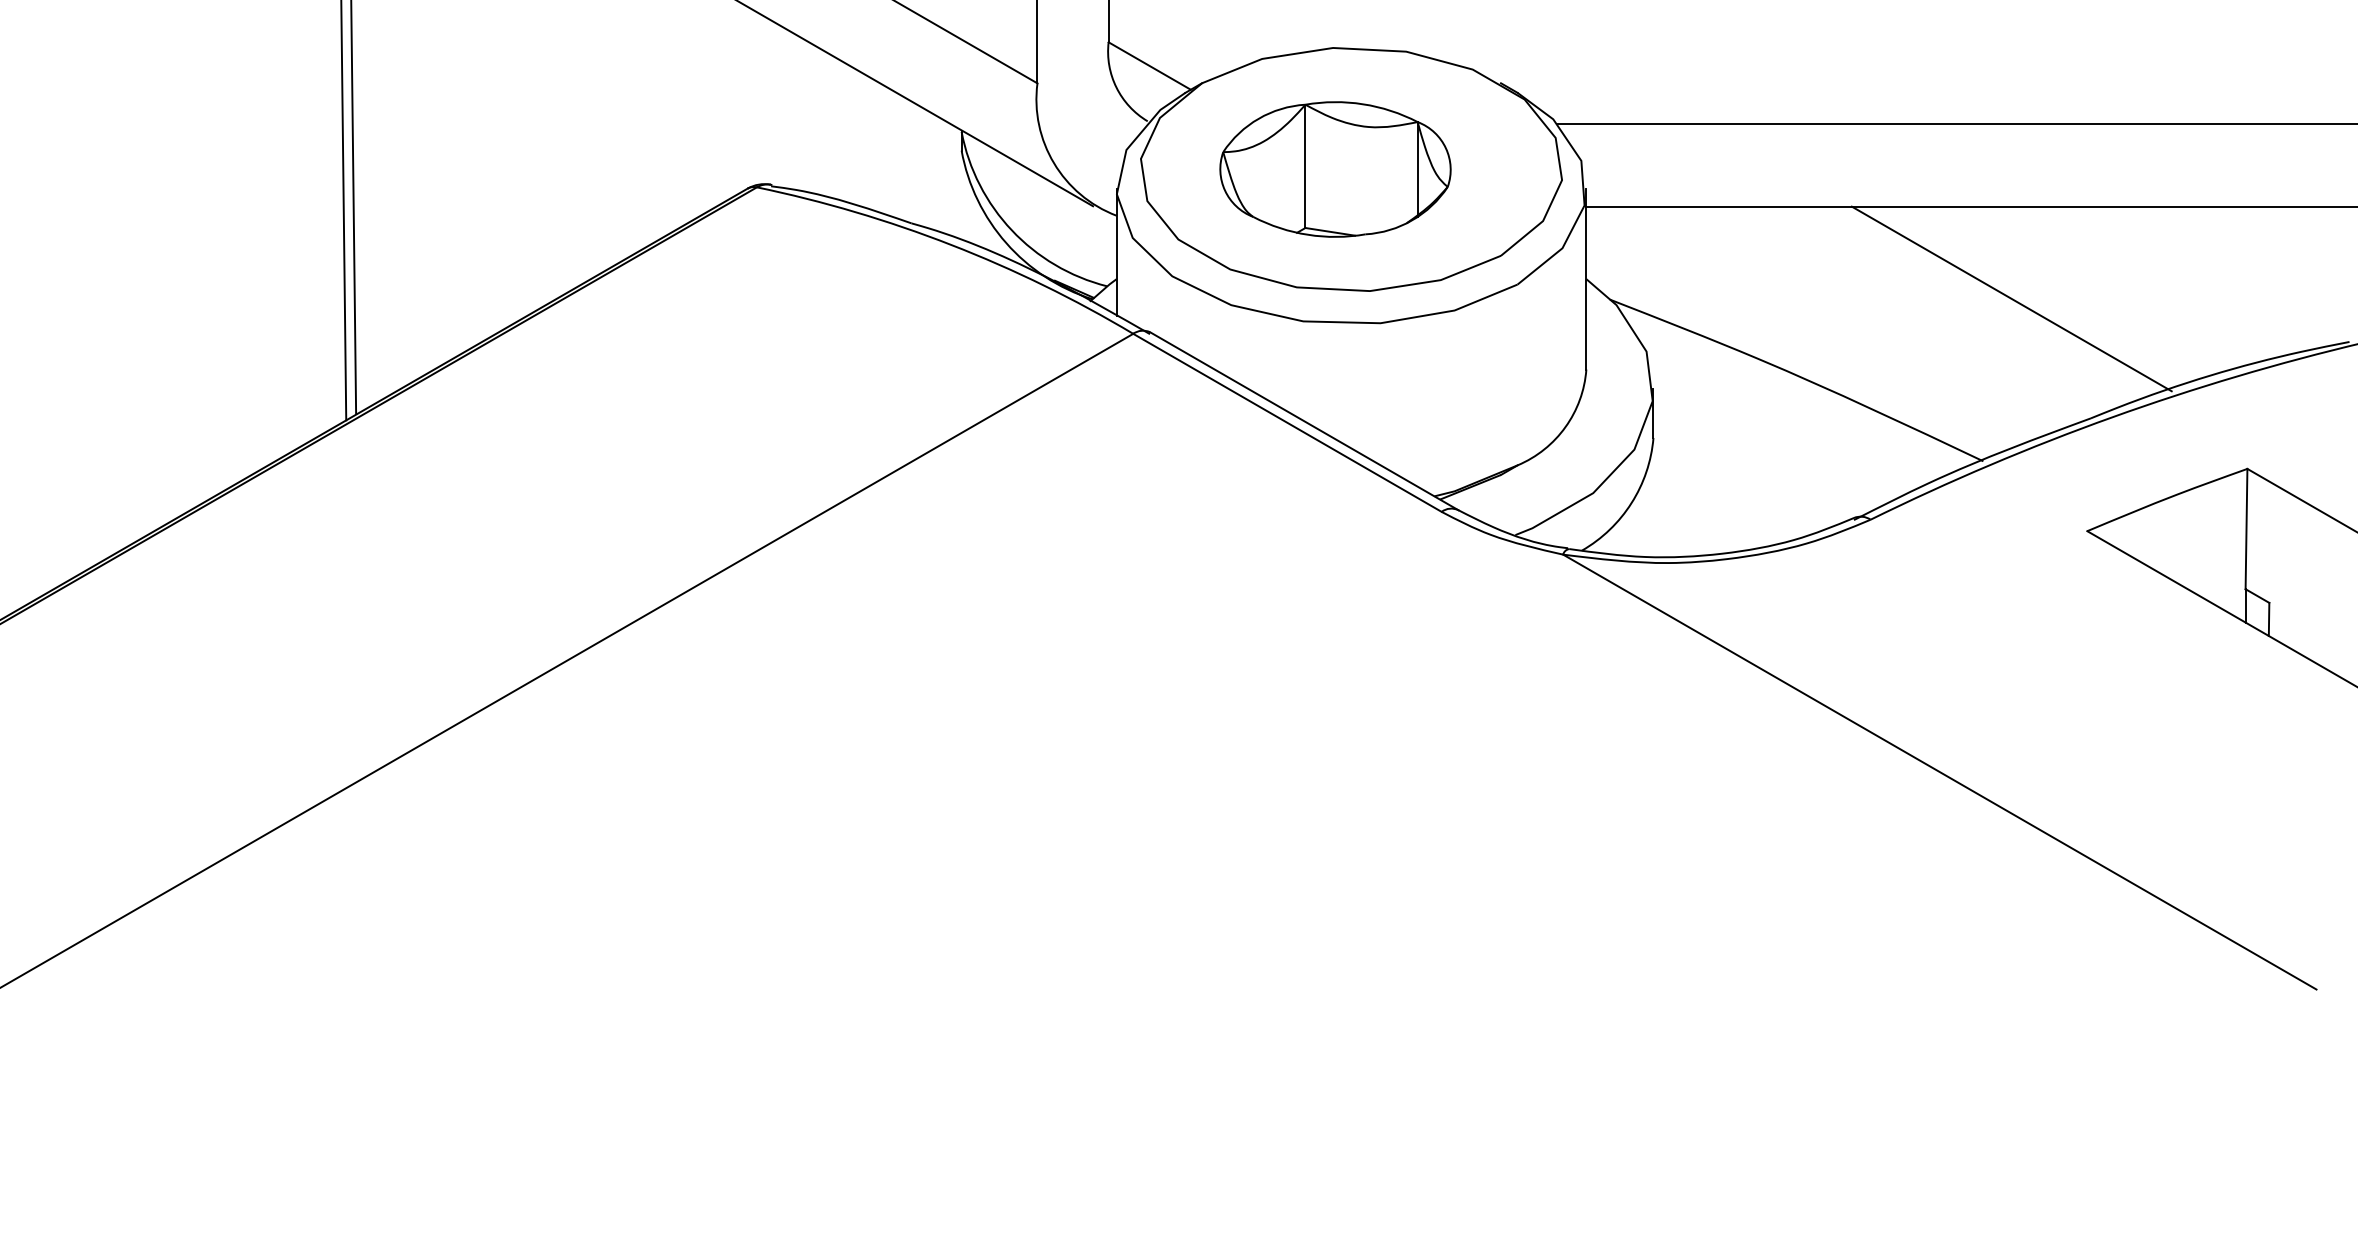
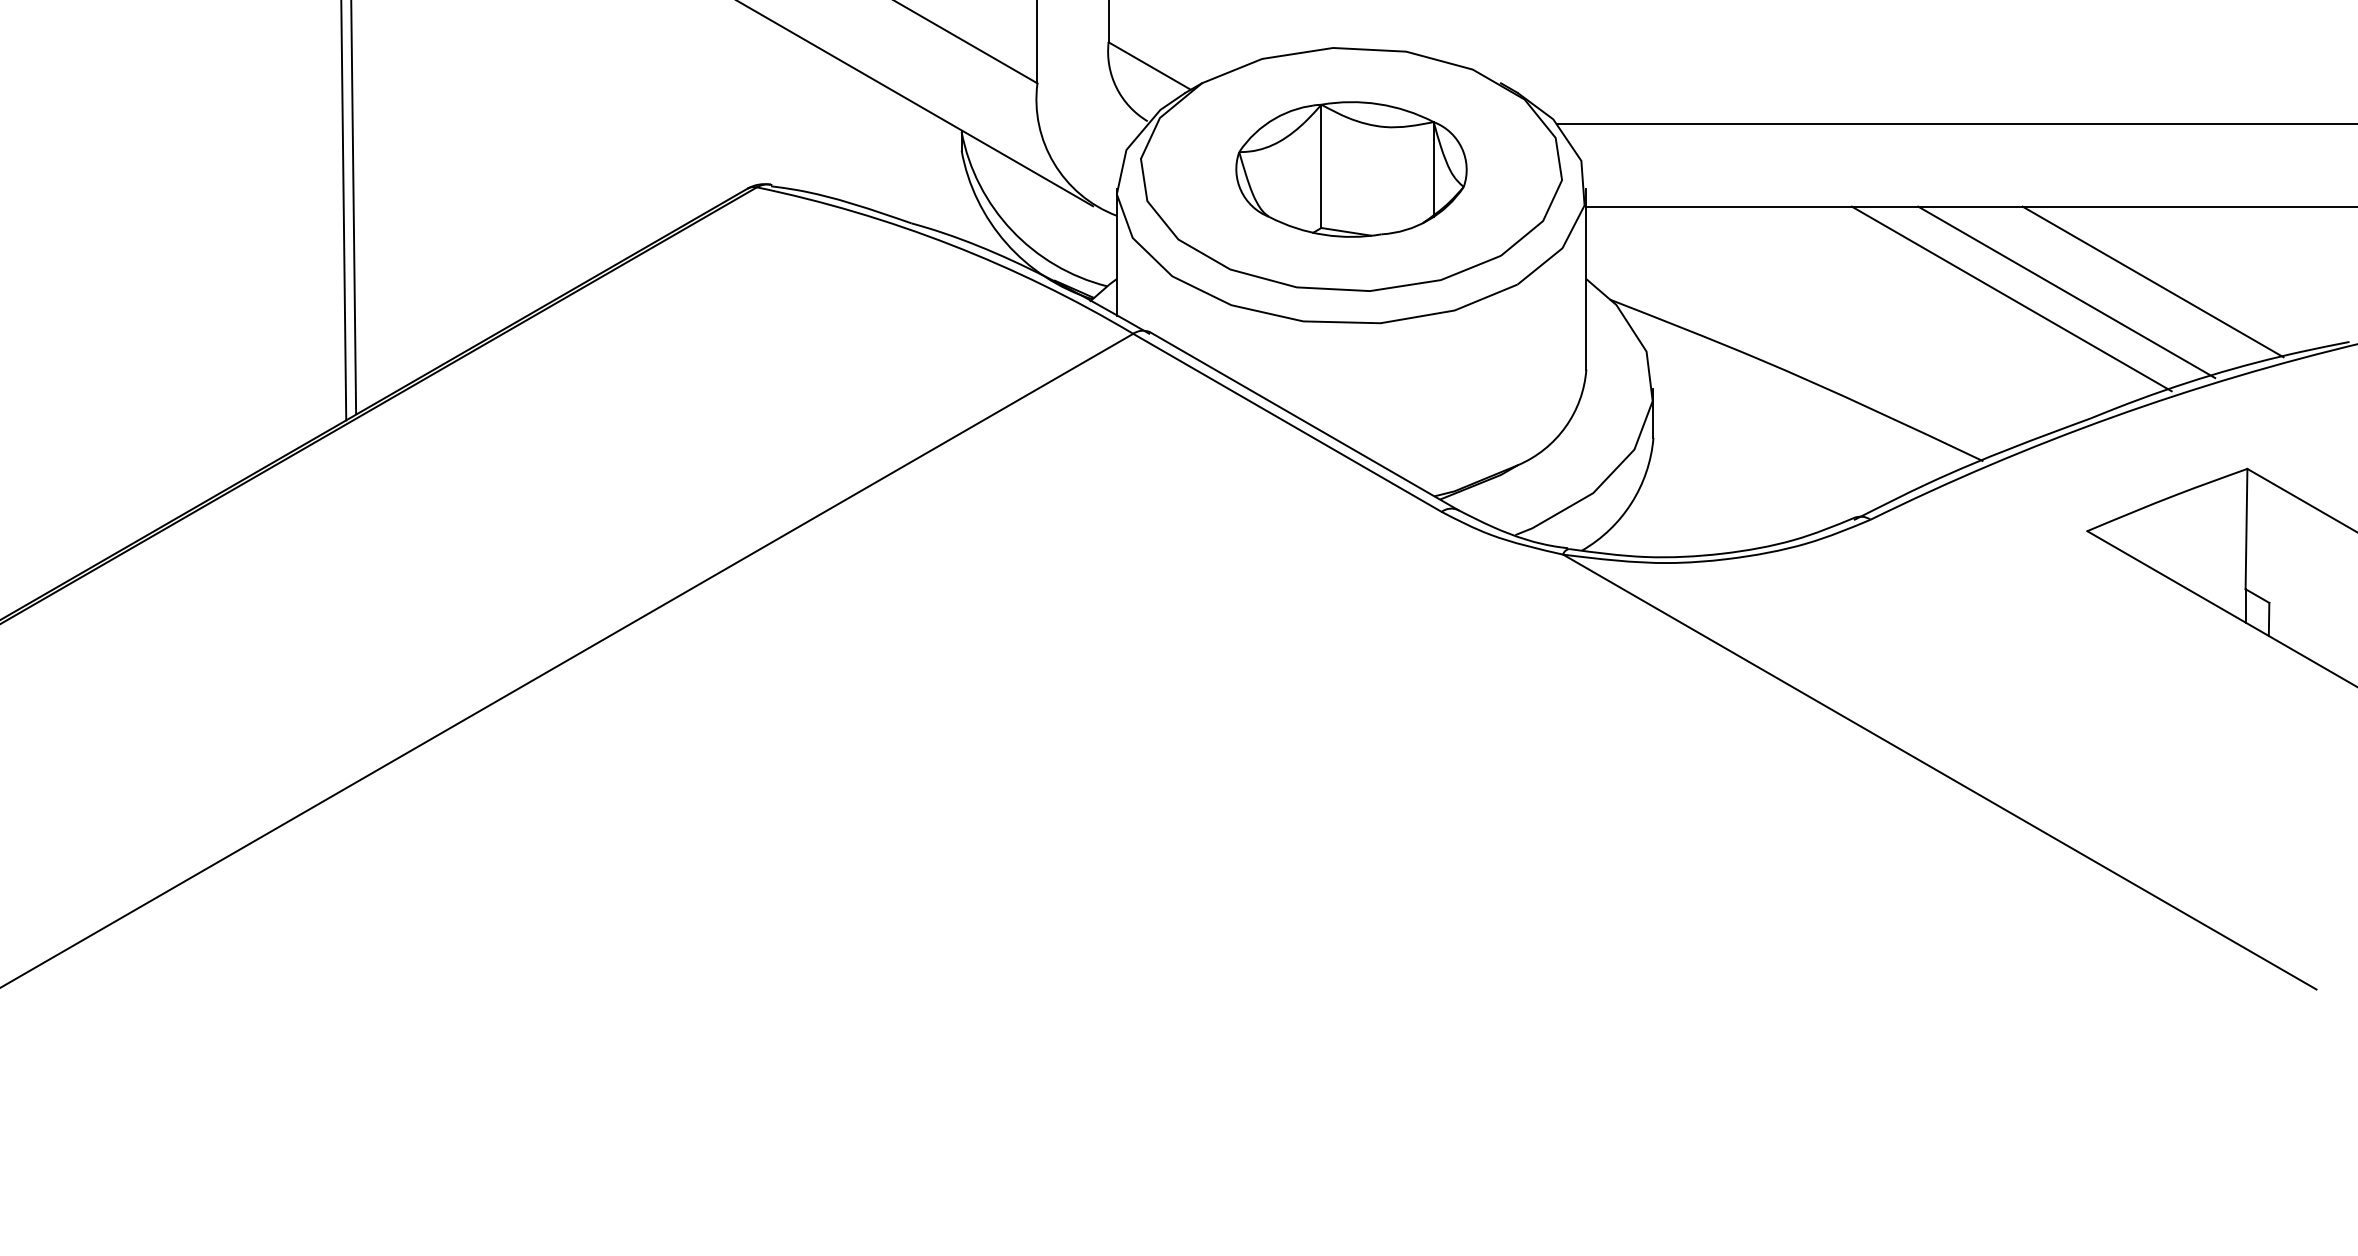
part at (1335, 169) position: (1335, 169) -> (1351, 169)
line at (2152, 281): none -> present
line at (2066, 292): none -> present
